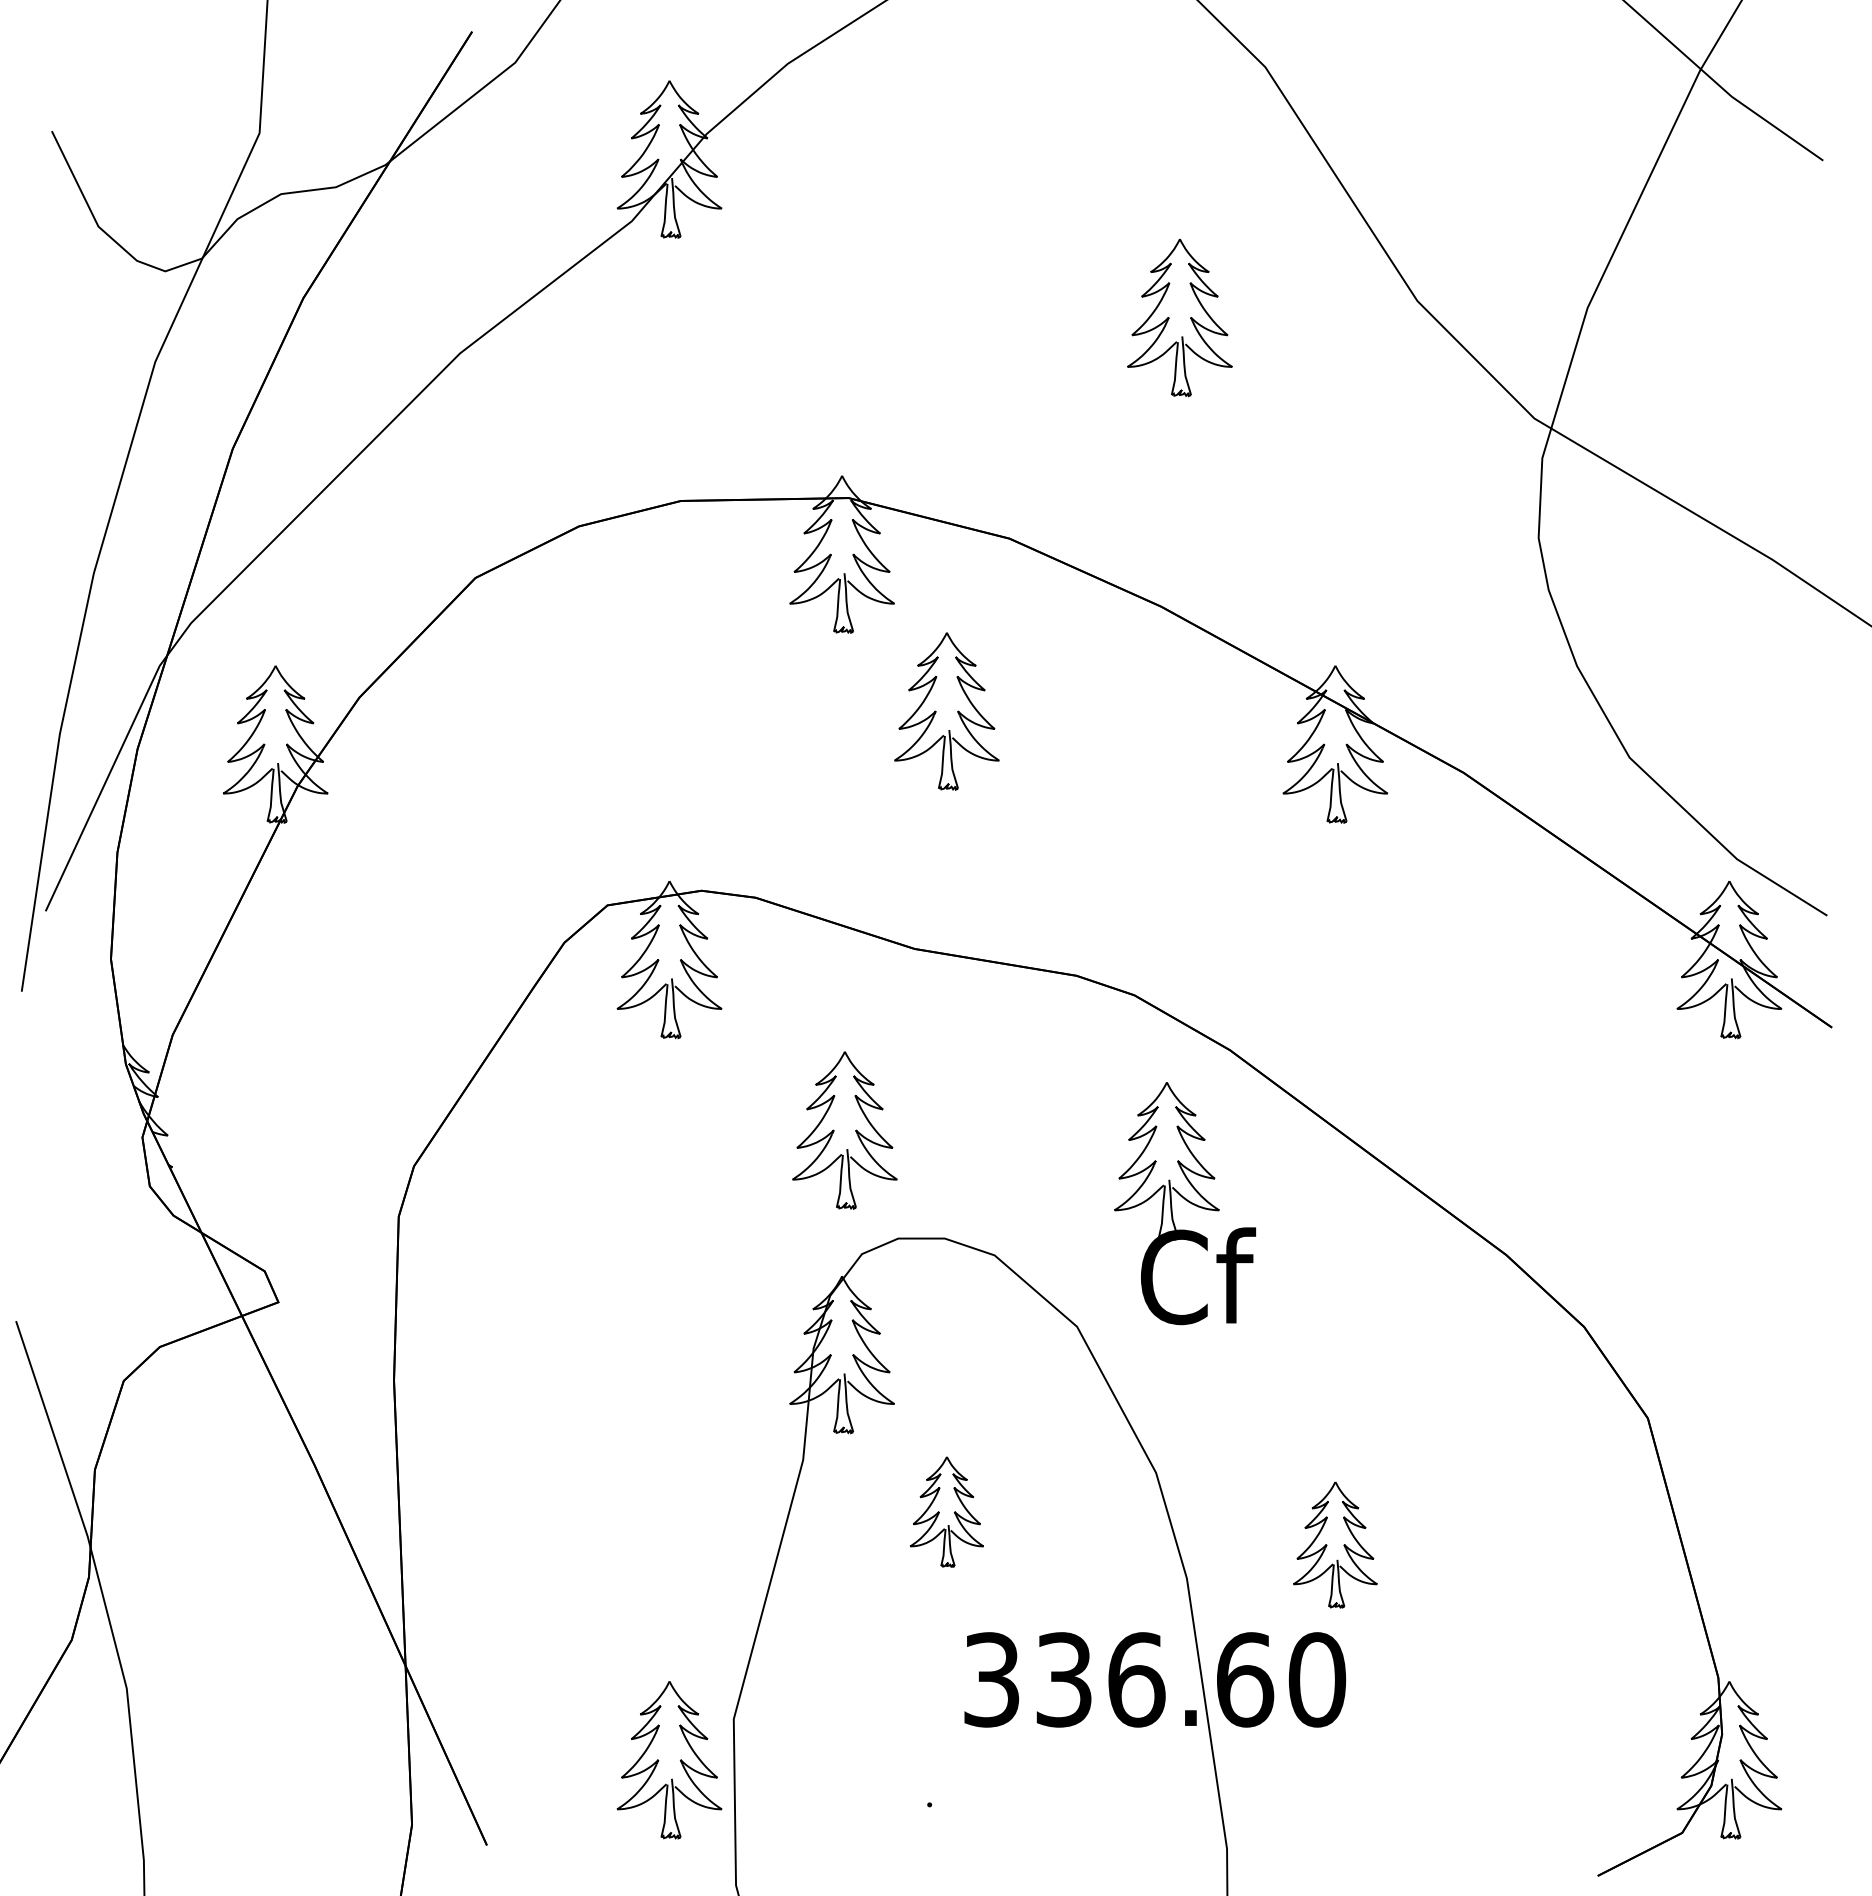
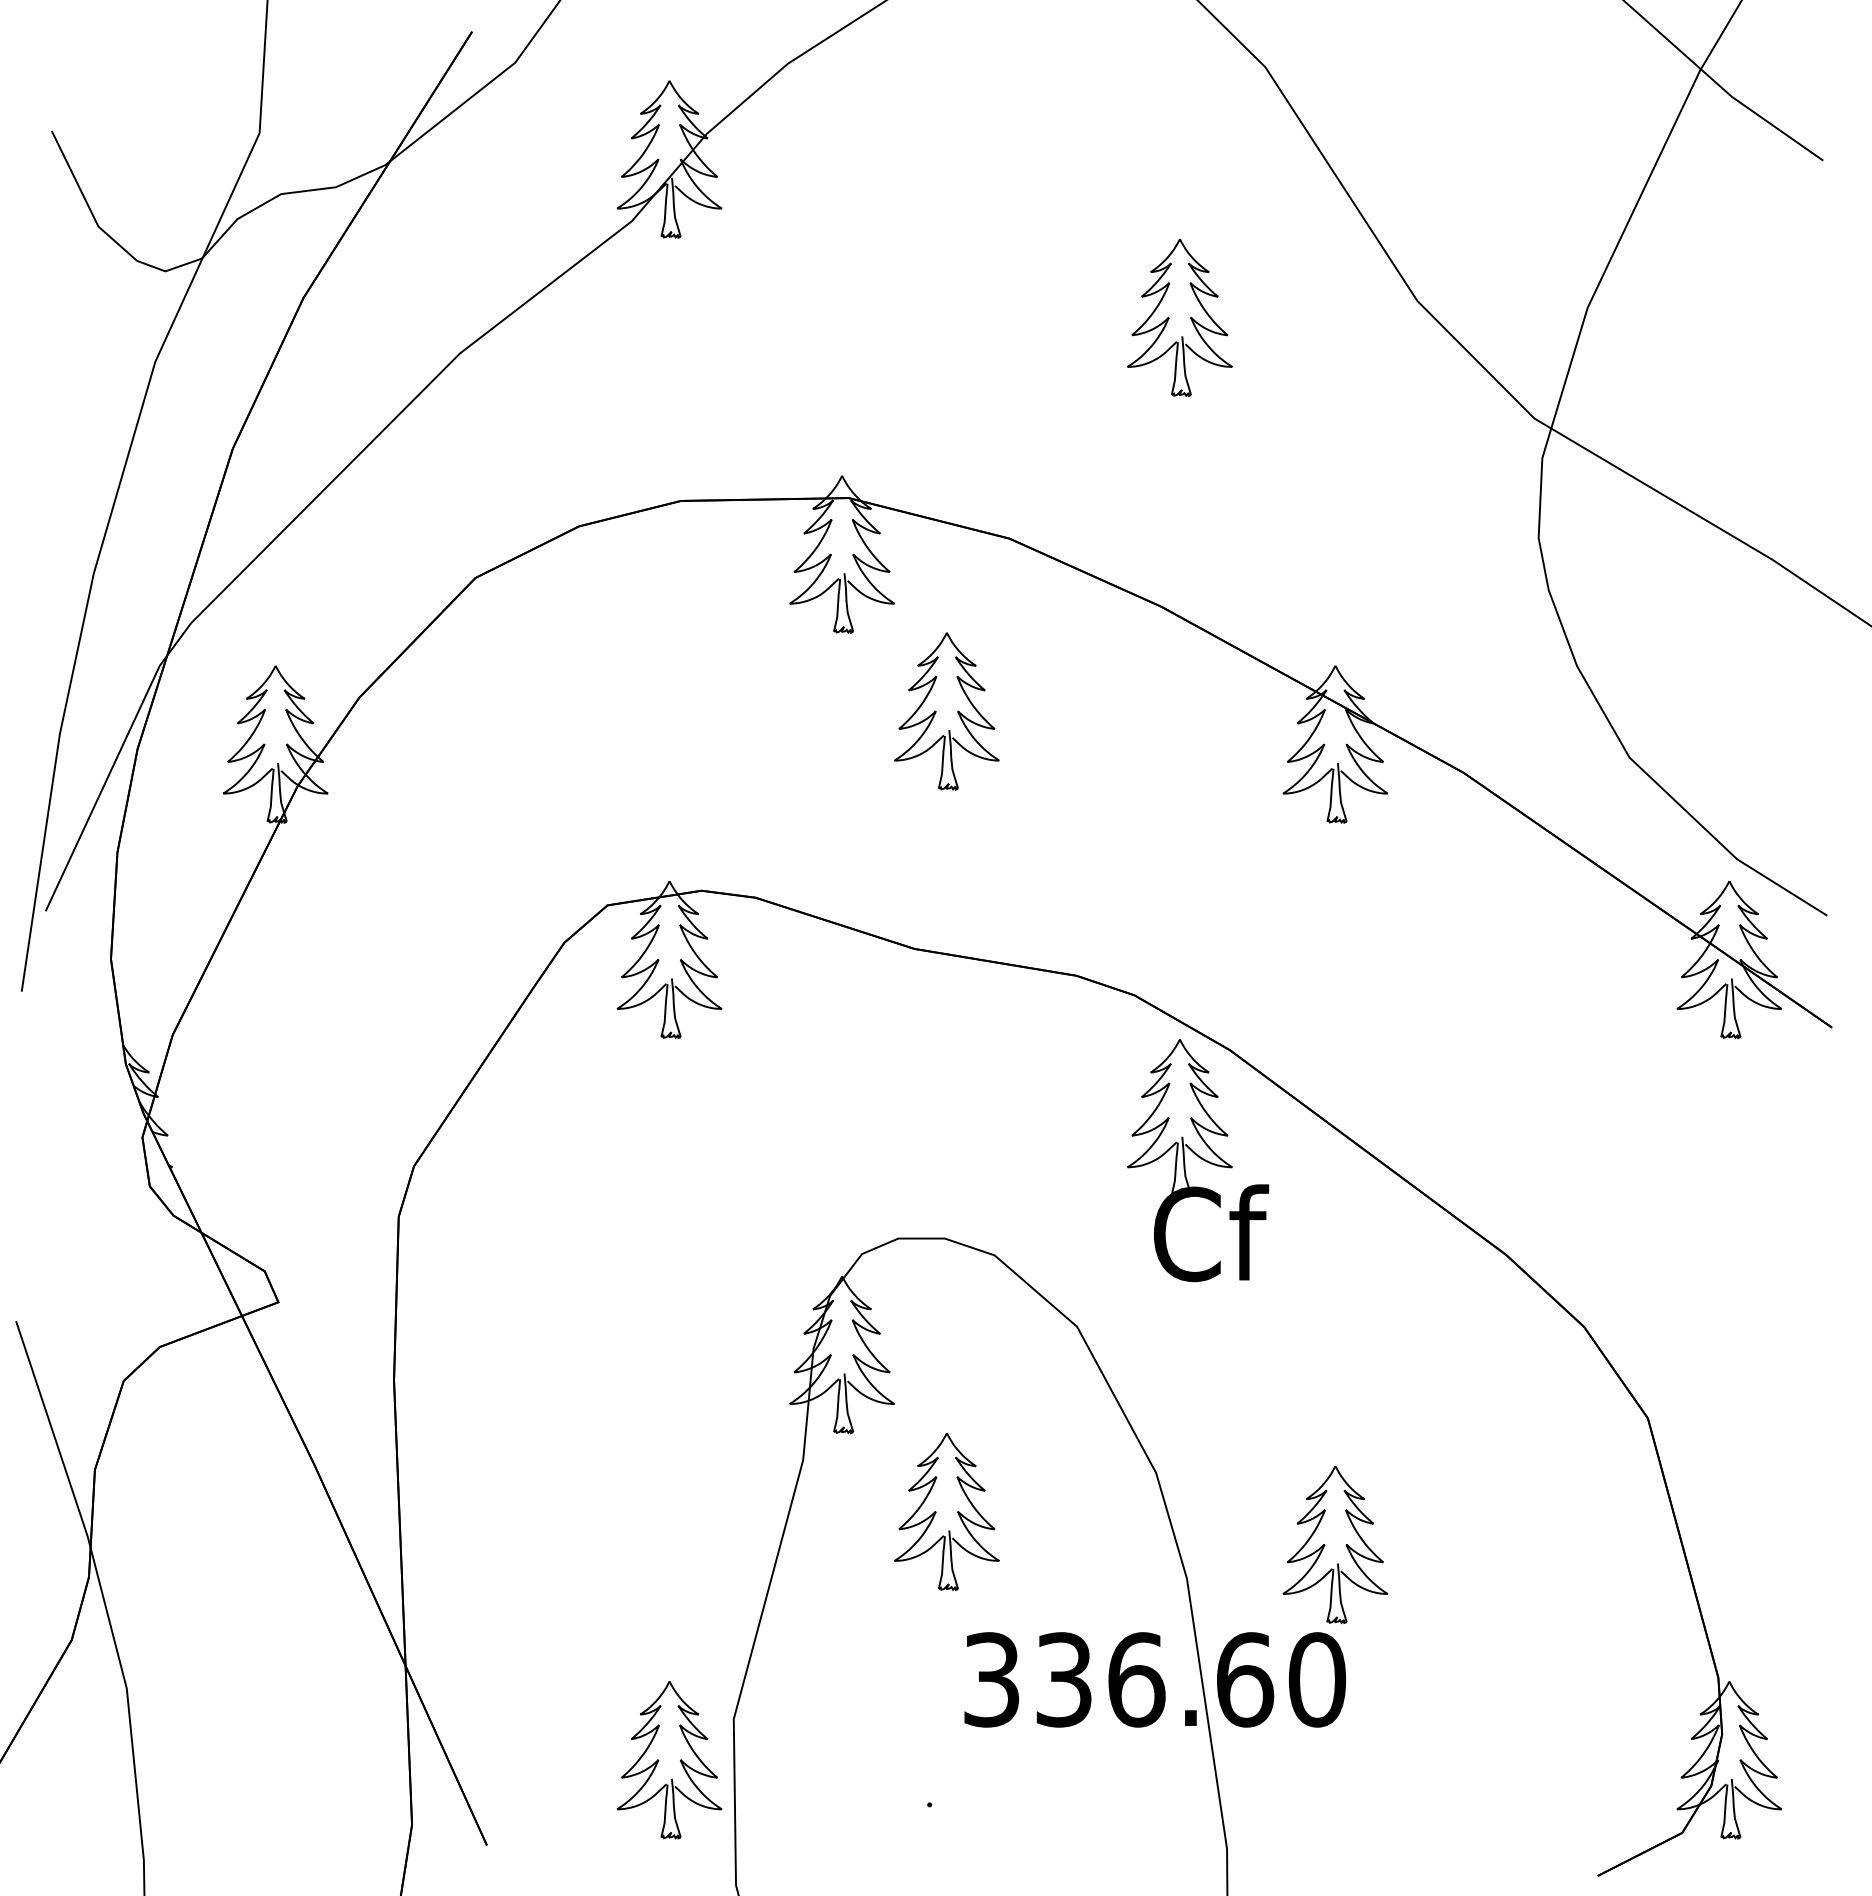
part at (844, 1130): present -> none
part at (1185, 1203) position: (1185, 1203) -> (1198, 1160)
part at (946, 1511) size: 74x112 px -> 106x159 px
part at (1335, 1544) size: 85x128 px -> 107x159 px
